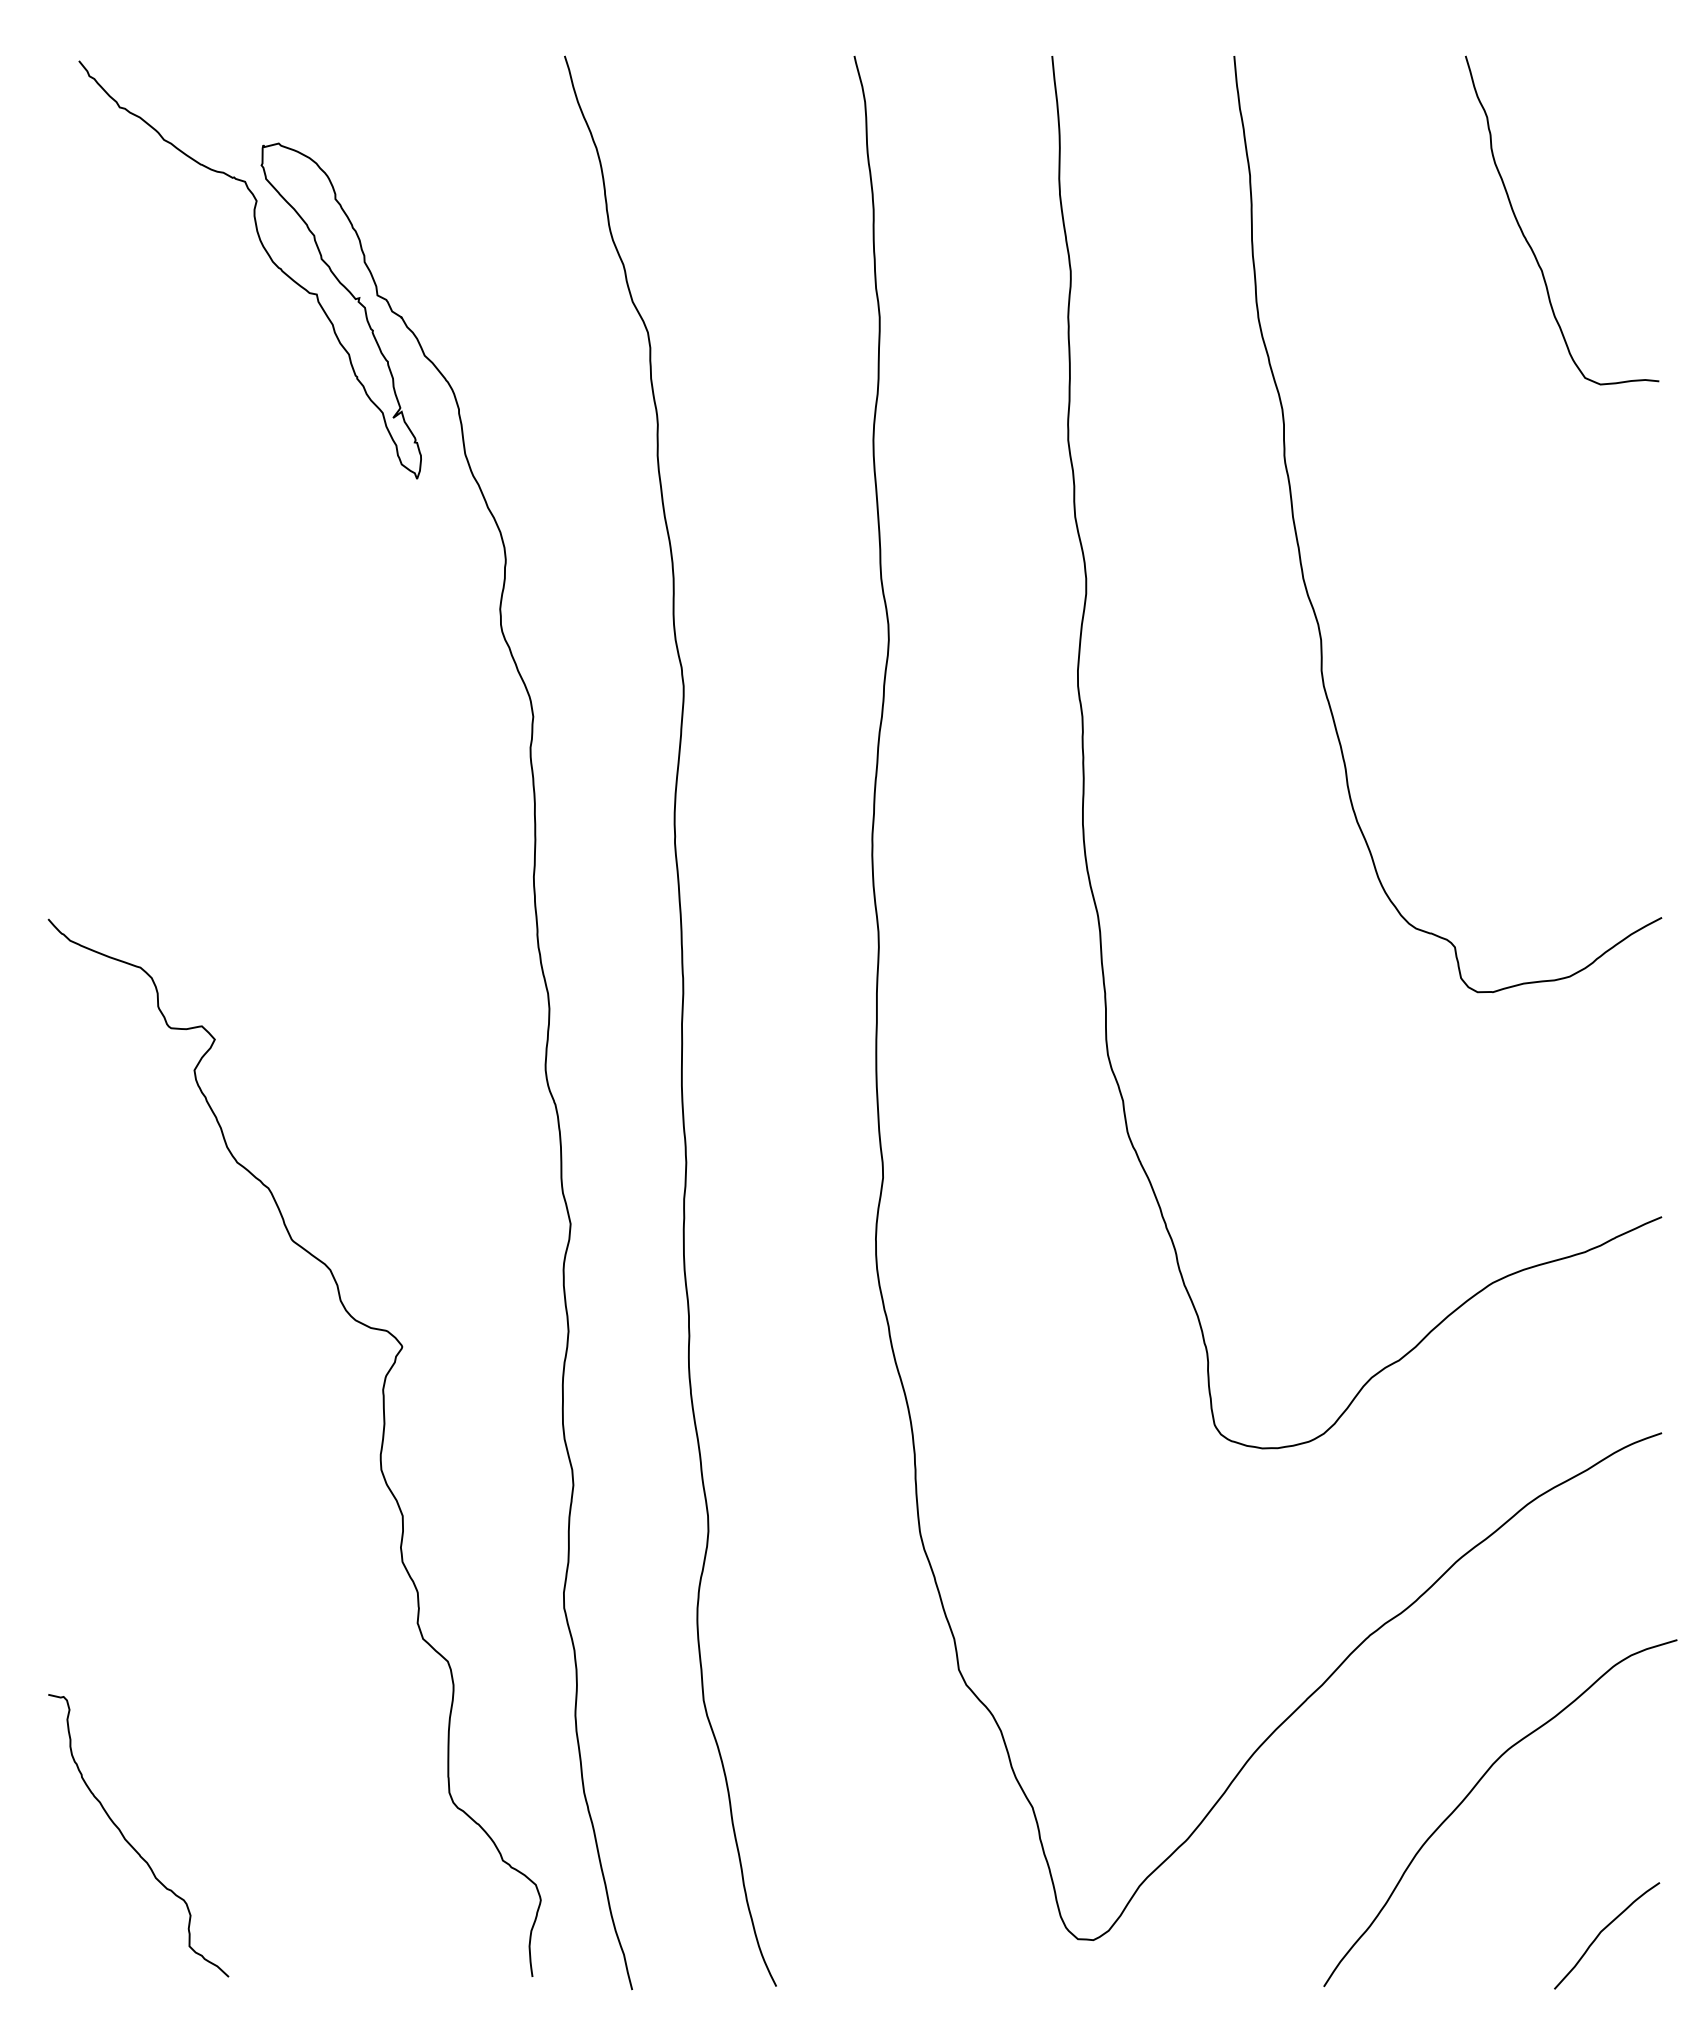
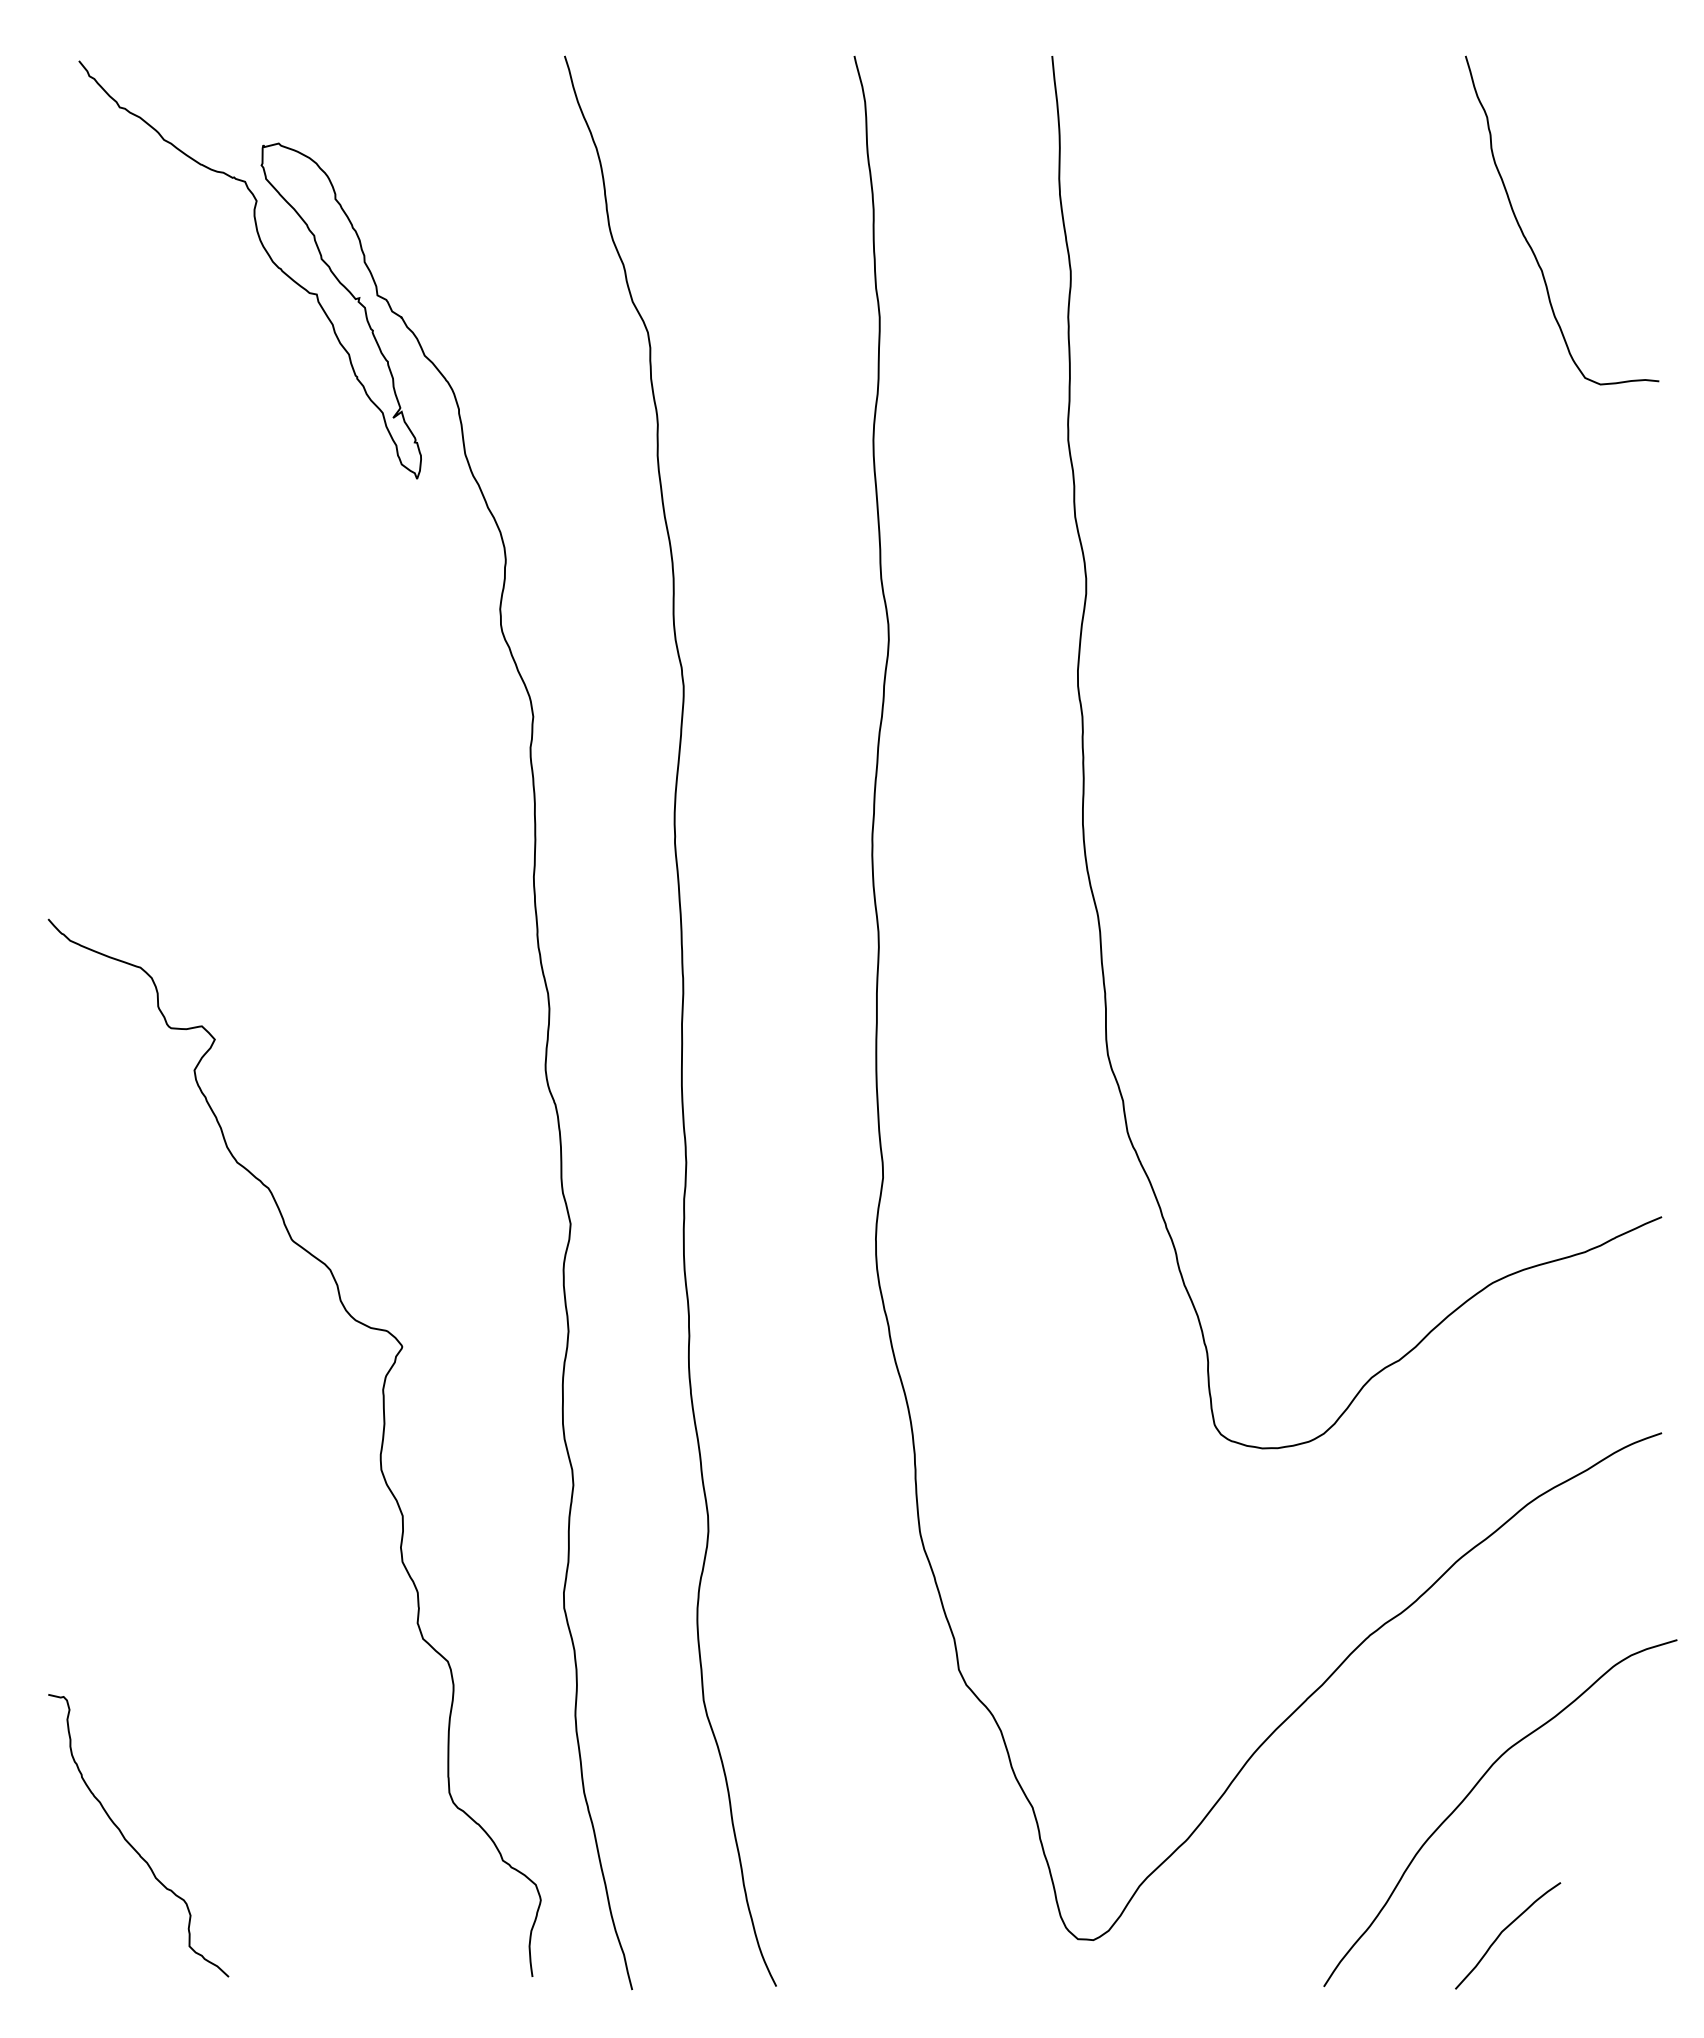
curve at (1300, 551): present -> none
curve at (1605, 1929) position: (1605, 1929) -> (1506, 1929)
